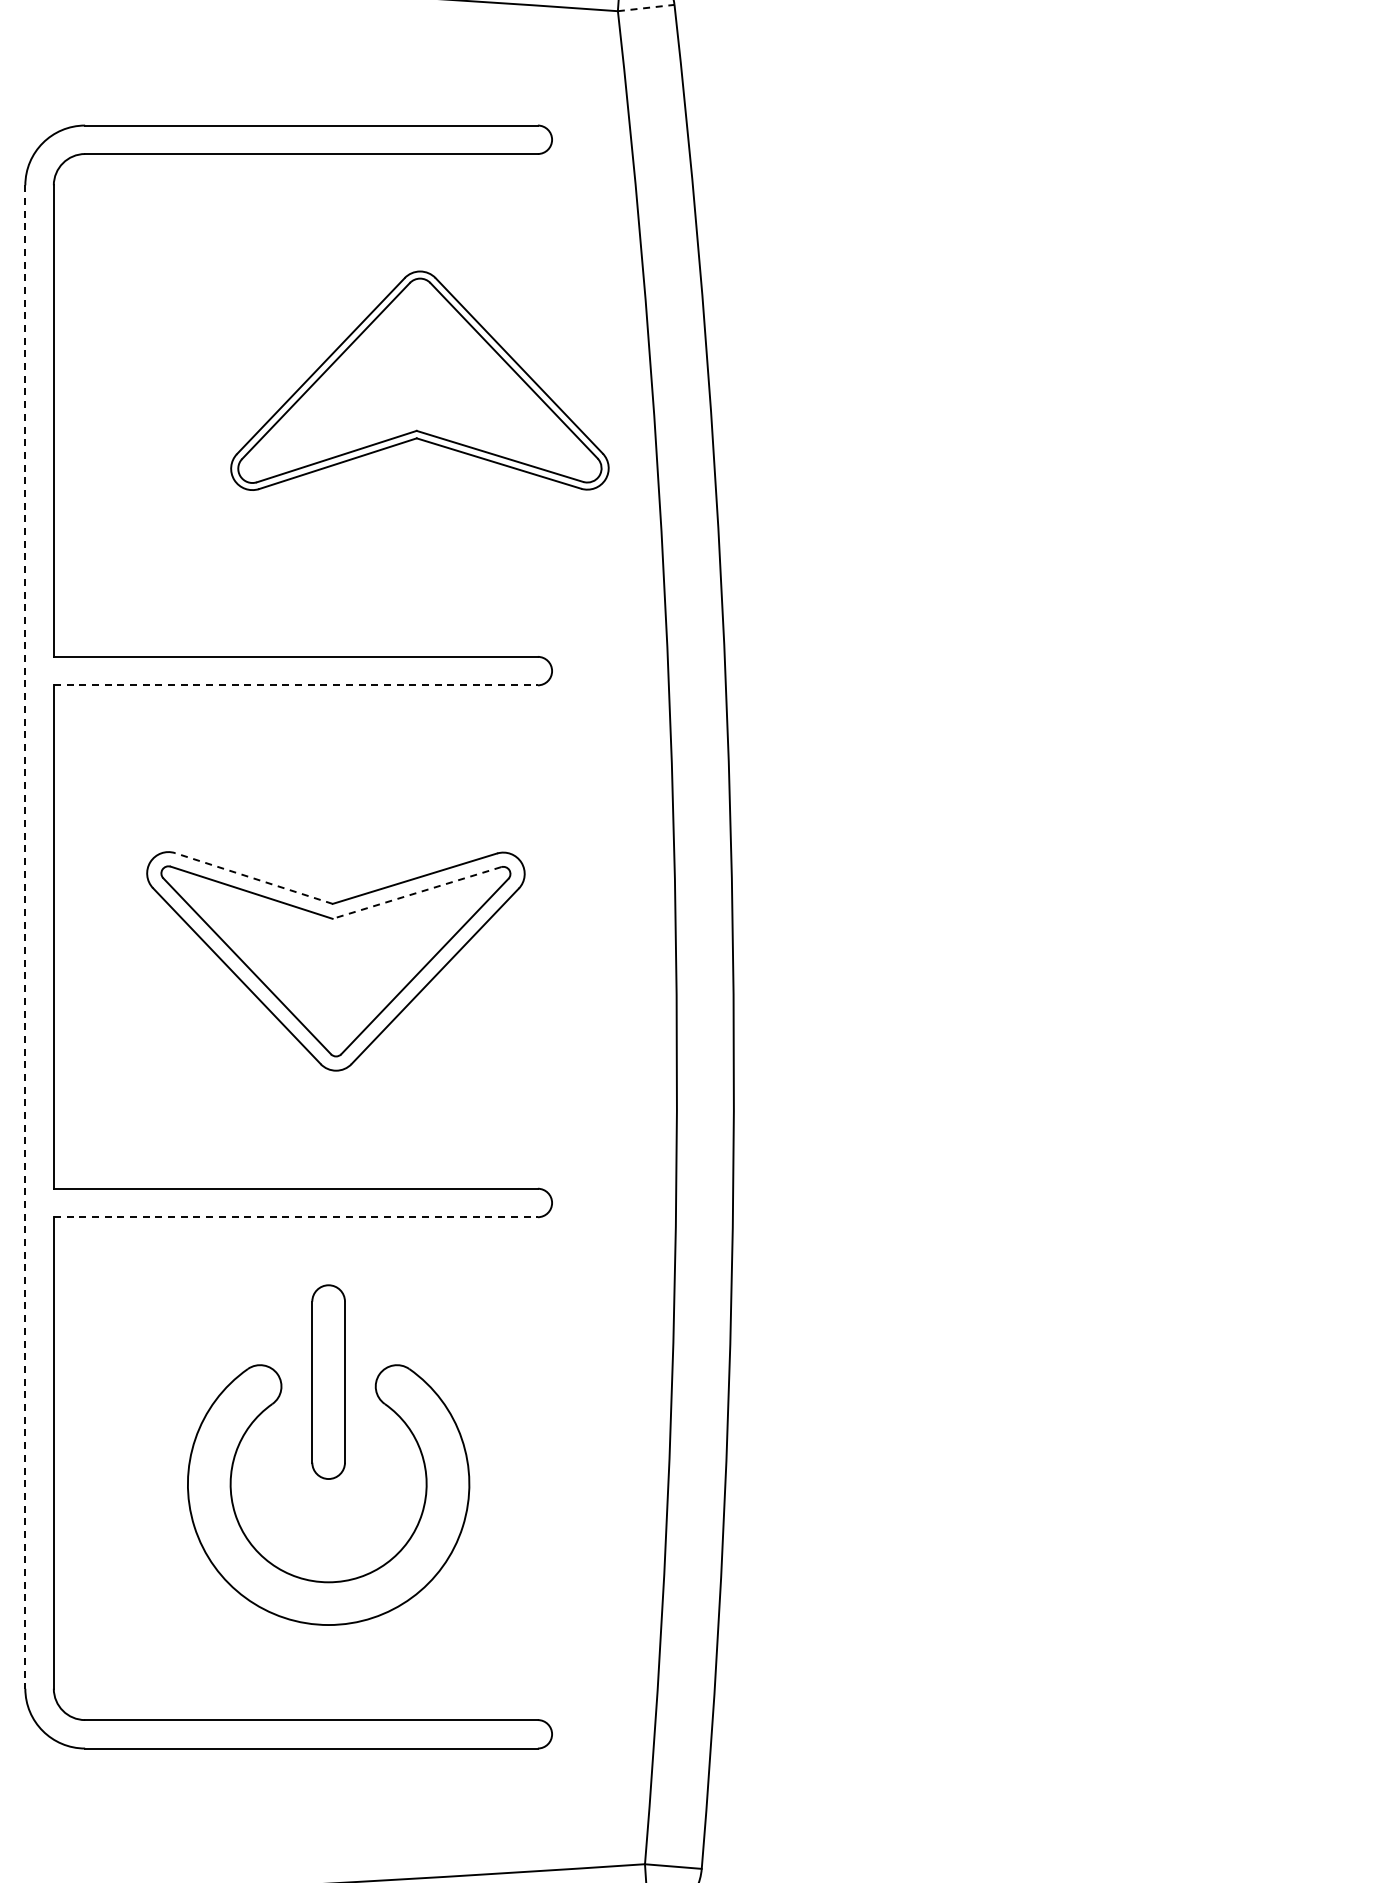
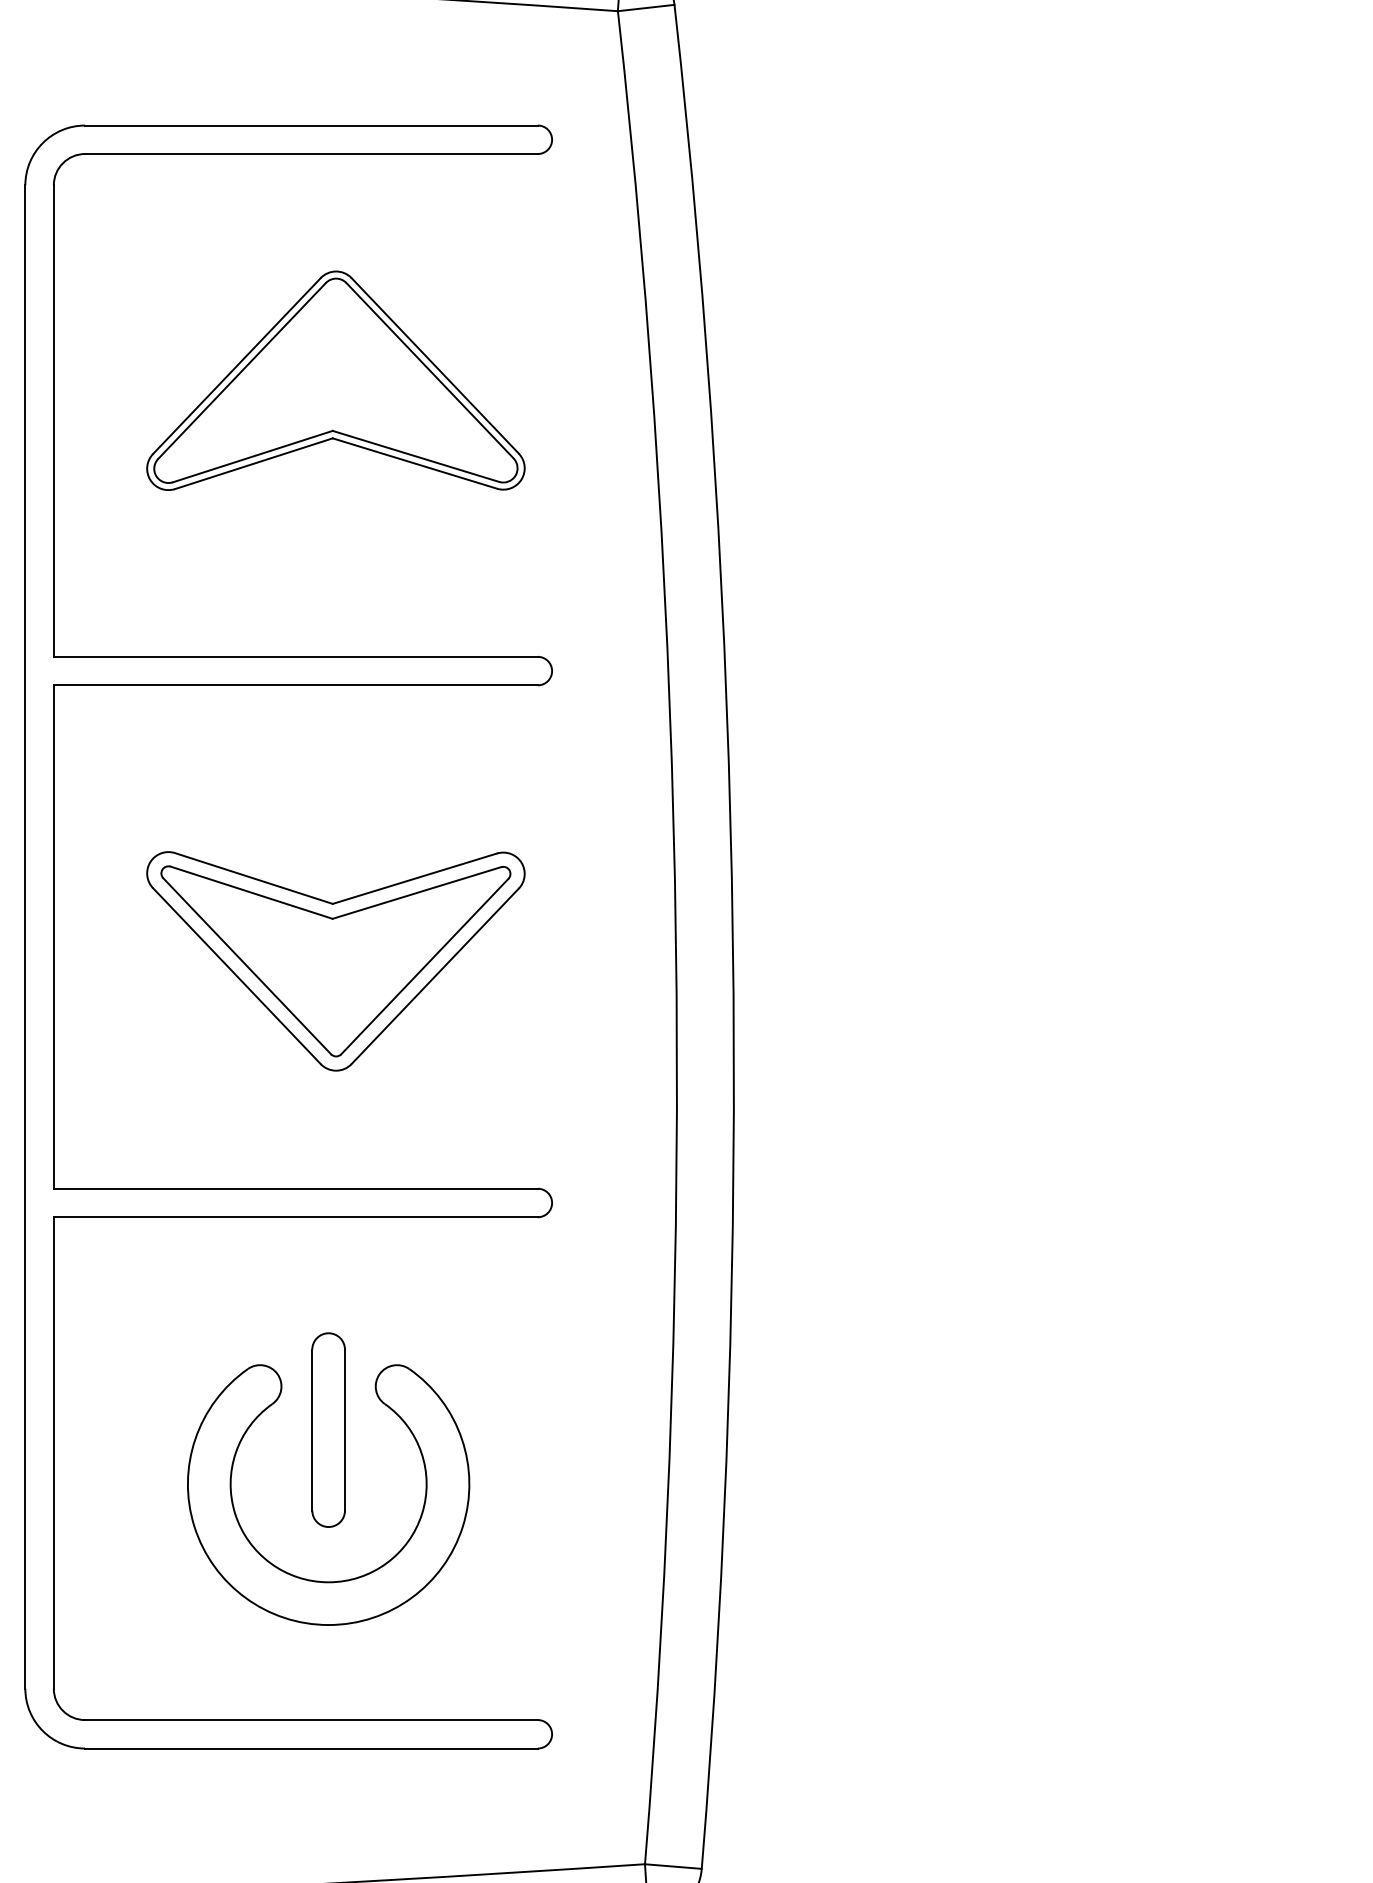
line at (646, 7): dashed -> solid
part at (419, 380) position: (419, 380) -> (335, 380)
line at (296, 685): dashed -> solid
line at (253, 878): dashed -> solid
line at (416, 893): dashed -> solid
line at (25, 937): dashed -> solid
line at (296, 1217): dashed -> solid
part at (328, 1381) position: (328, 1381) -> (328, 1429)
